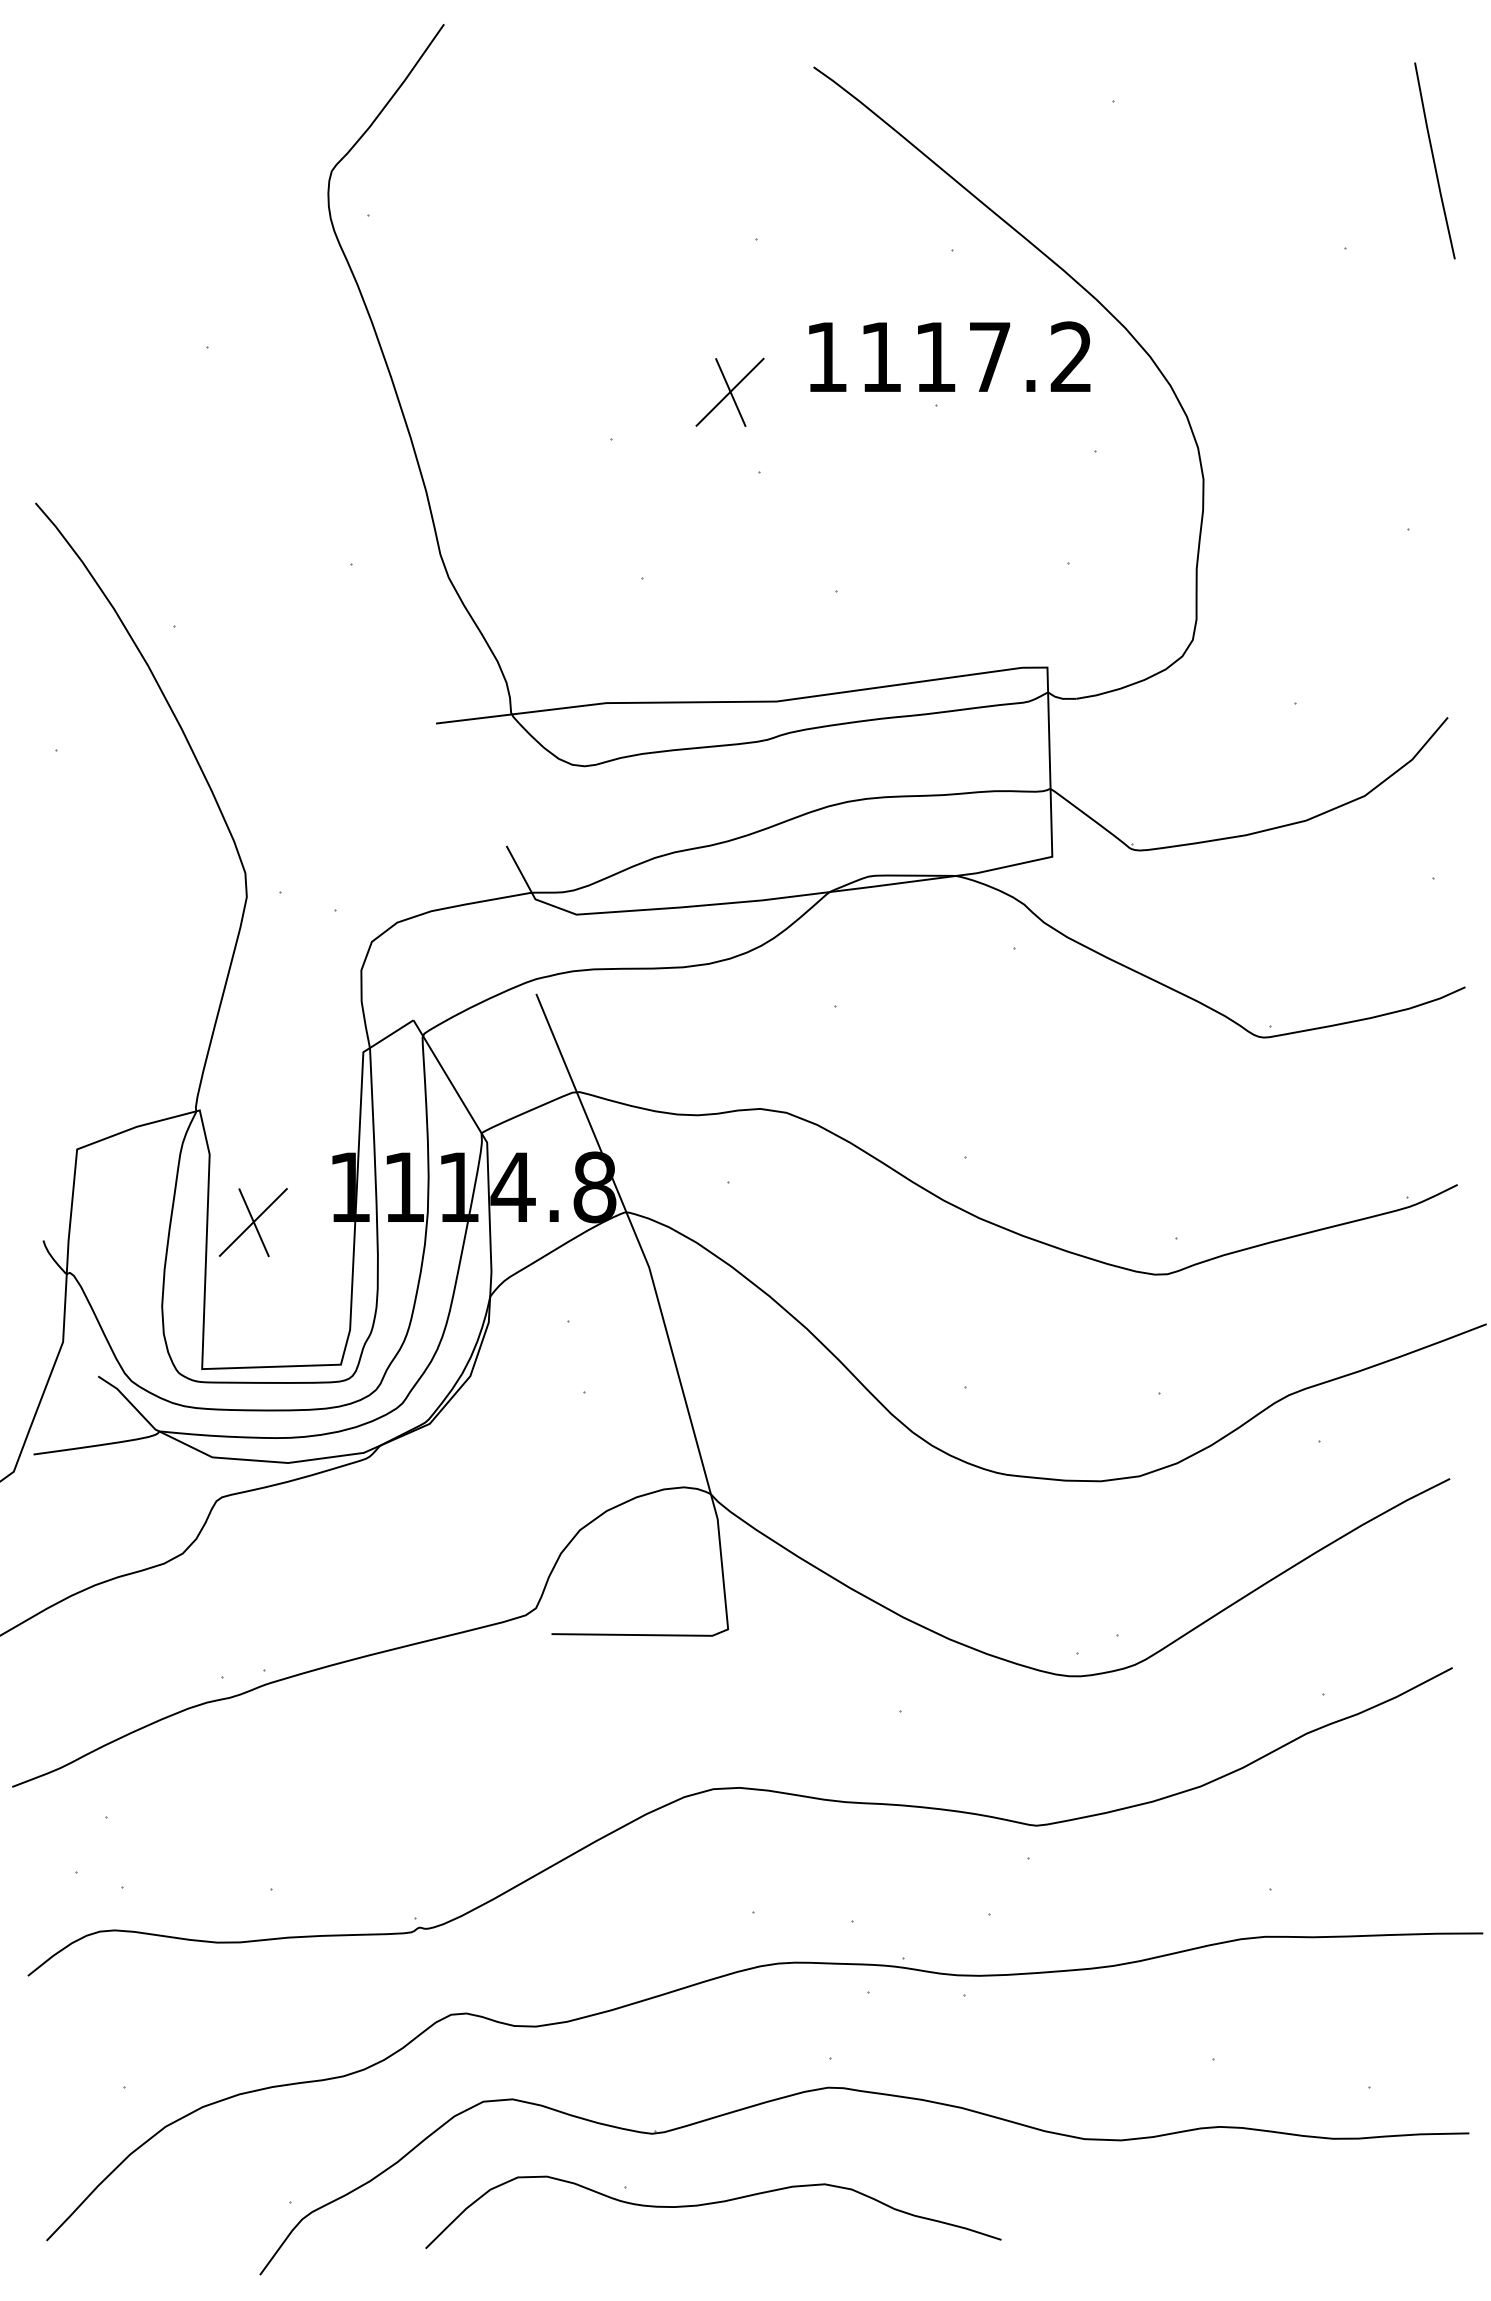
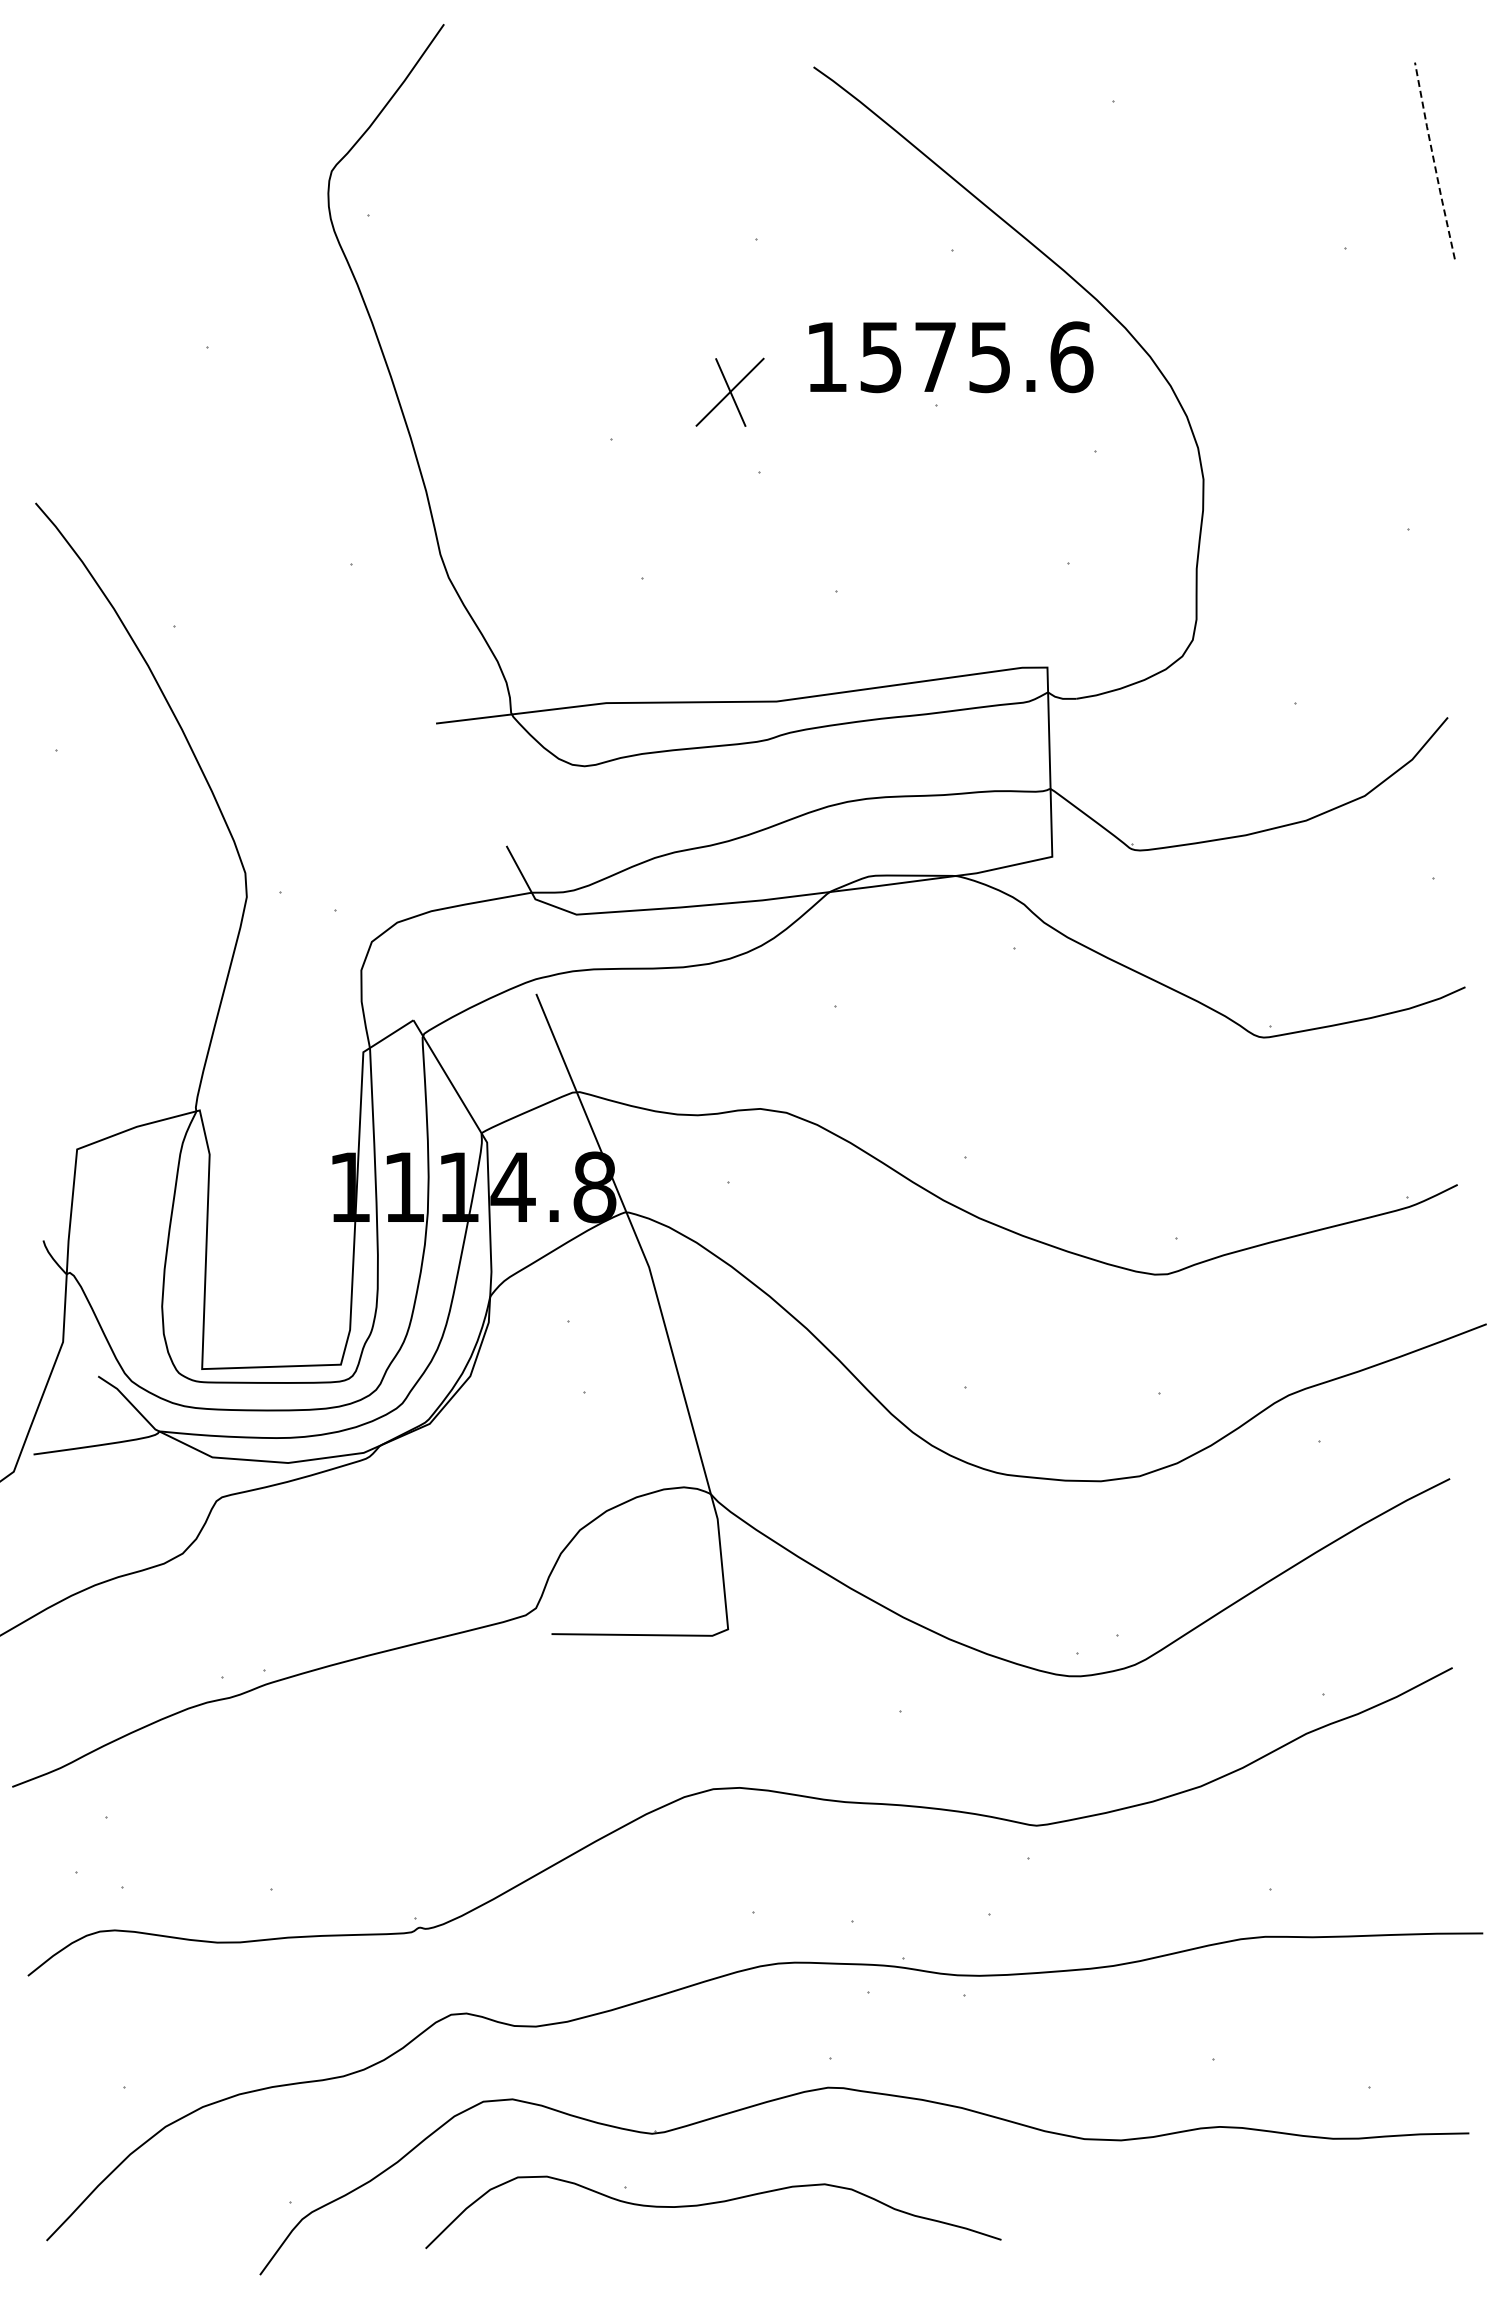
line at (1433, 160): solid -> dashed
text at (976, 357): 1117.2 -> 1575.6
part at (252, 1222): present -> none
